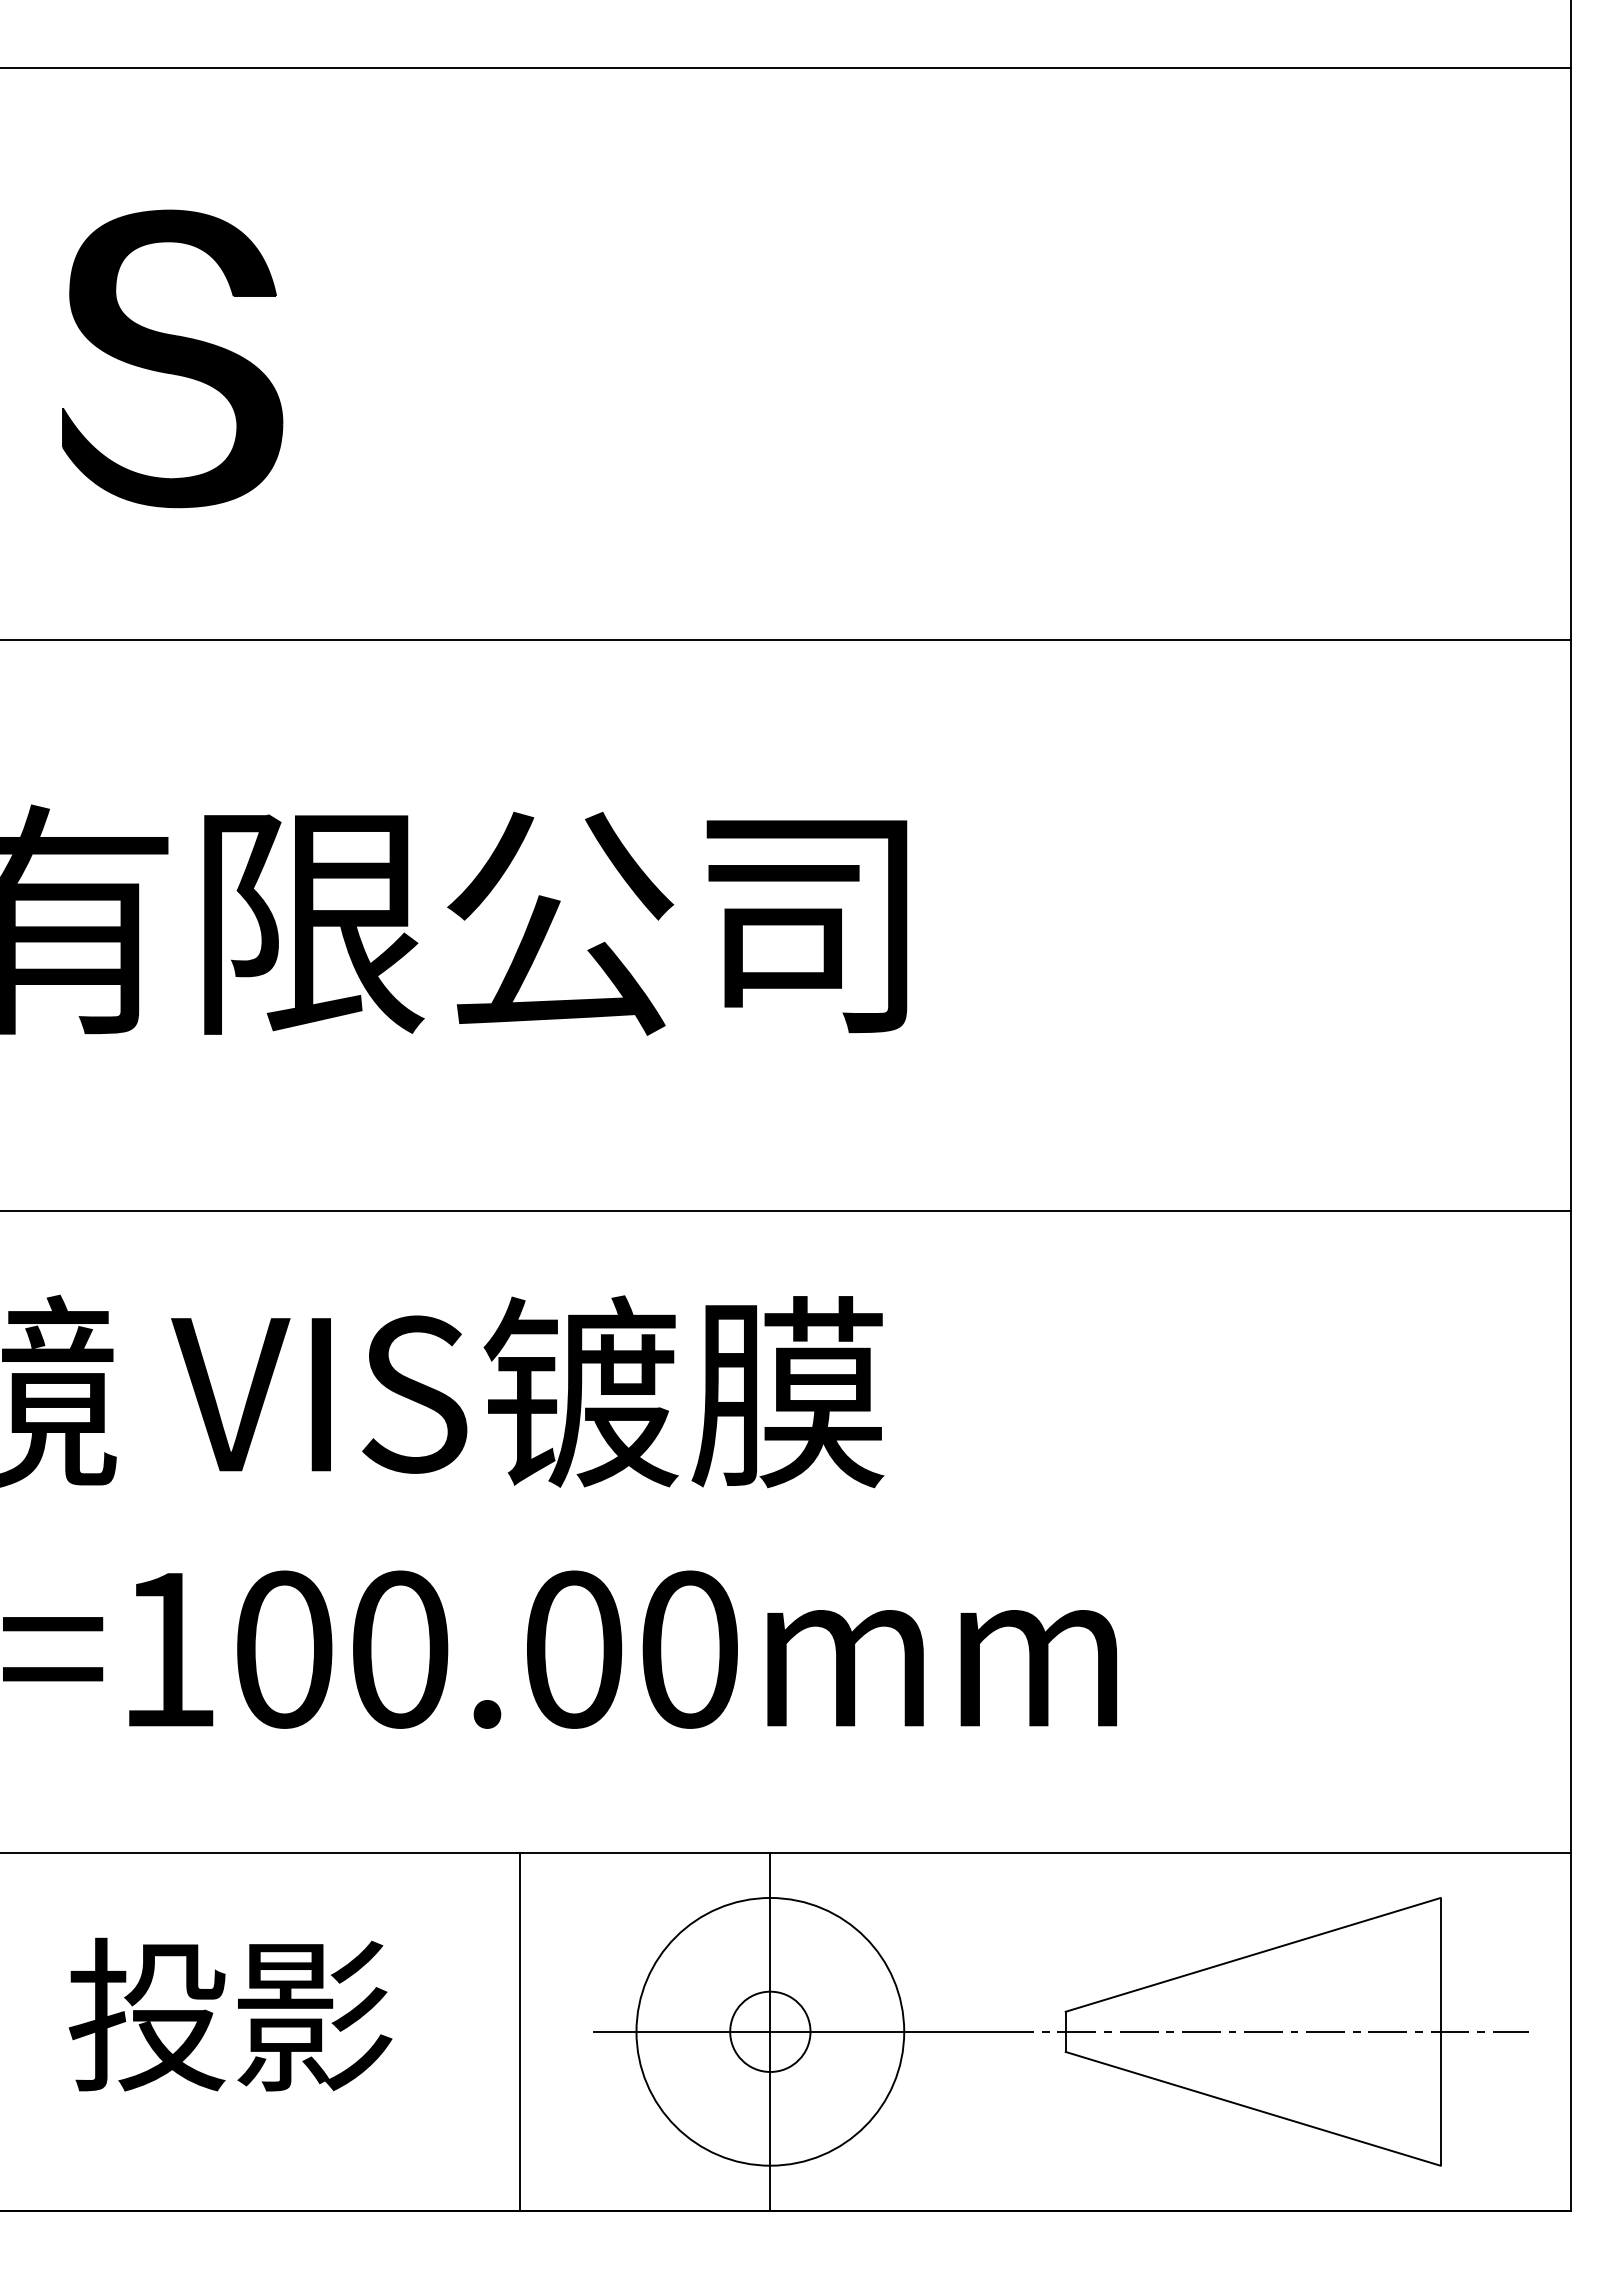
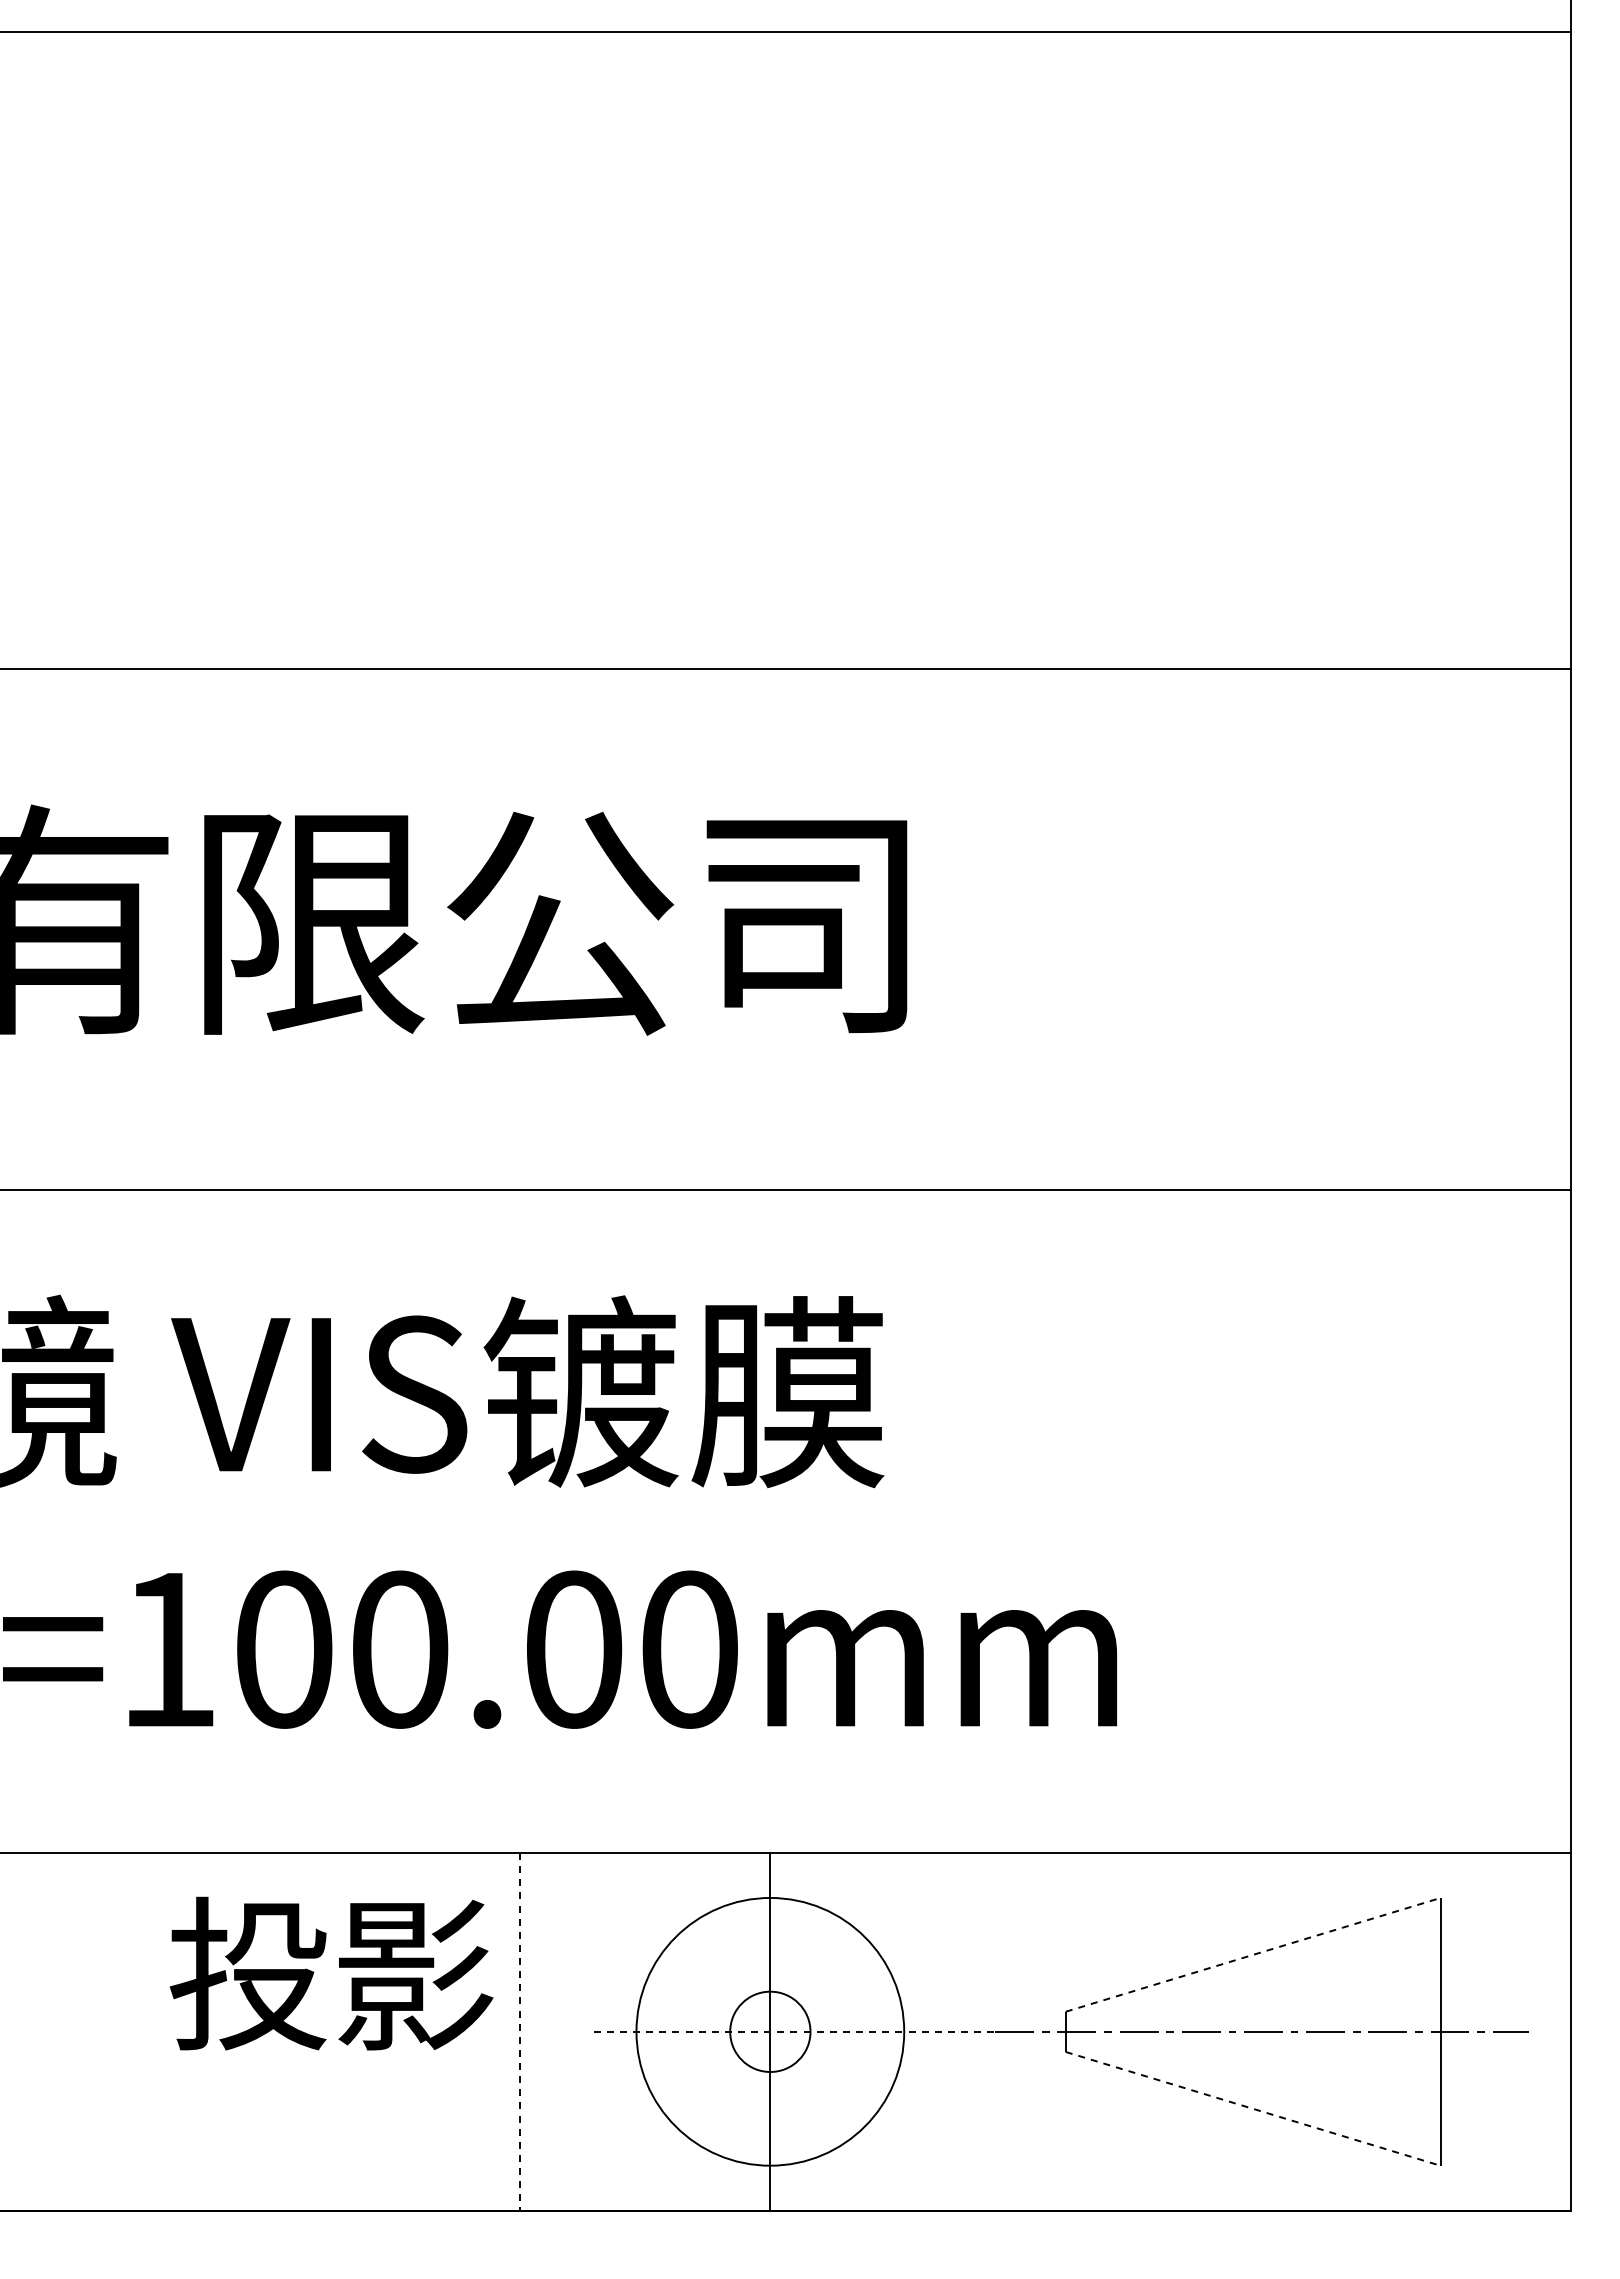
line at (786, 68) position: (786, 68) -> (786, 32)
part at (172, 358): present -> none
line at (786, 639) position: (786, 639) -> (786, 668)
line at (786, 1210) position: (786, 1210) -> (786, 1189)
line at (1253, 1954): solid -> dashed
text at (230, 2014) position: (230, 2014) -> (331, 1973)
line at (519, 2031): solid -> dashed
line at (794, 2031): solid -> dashed
line at (1253, 2108): solid -> dashed
